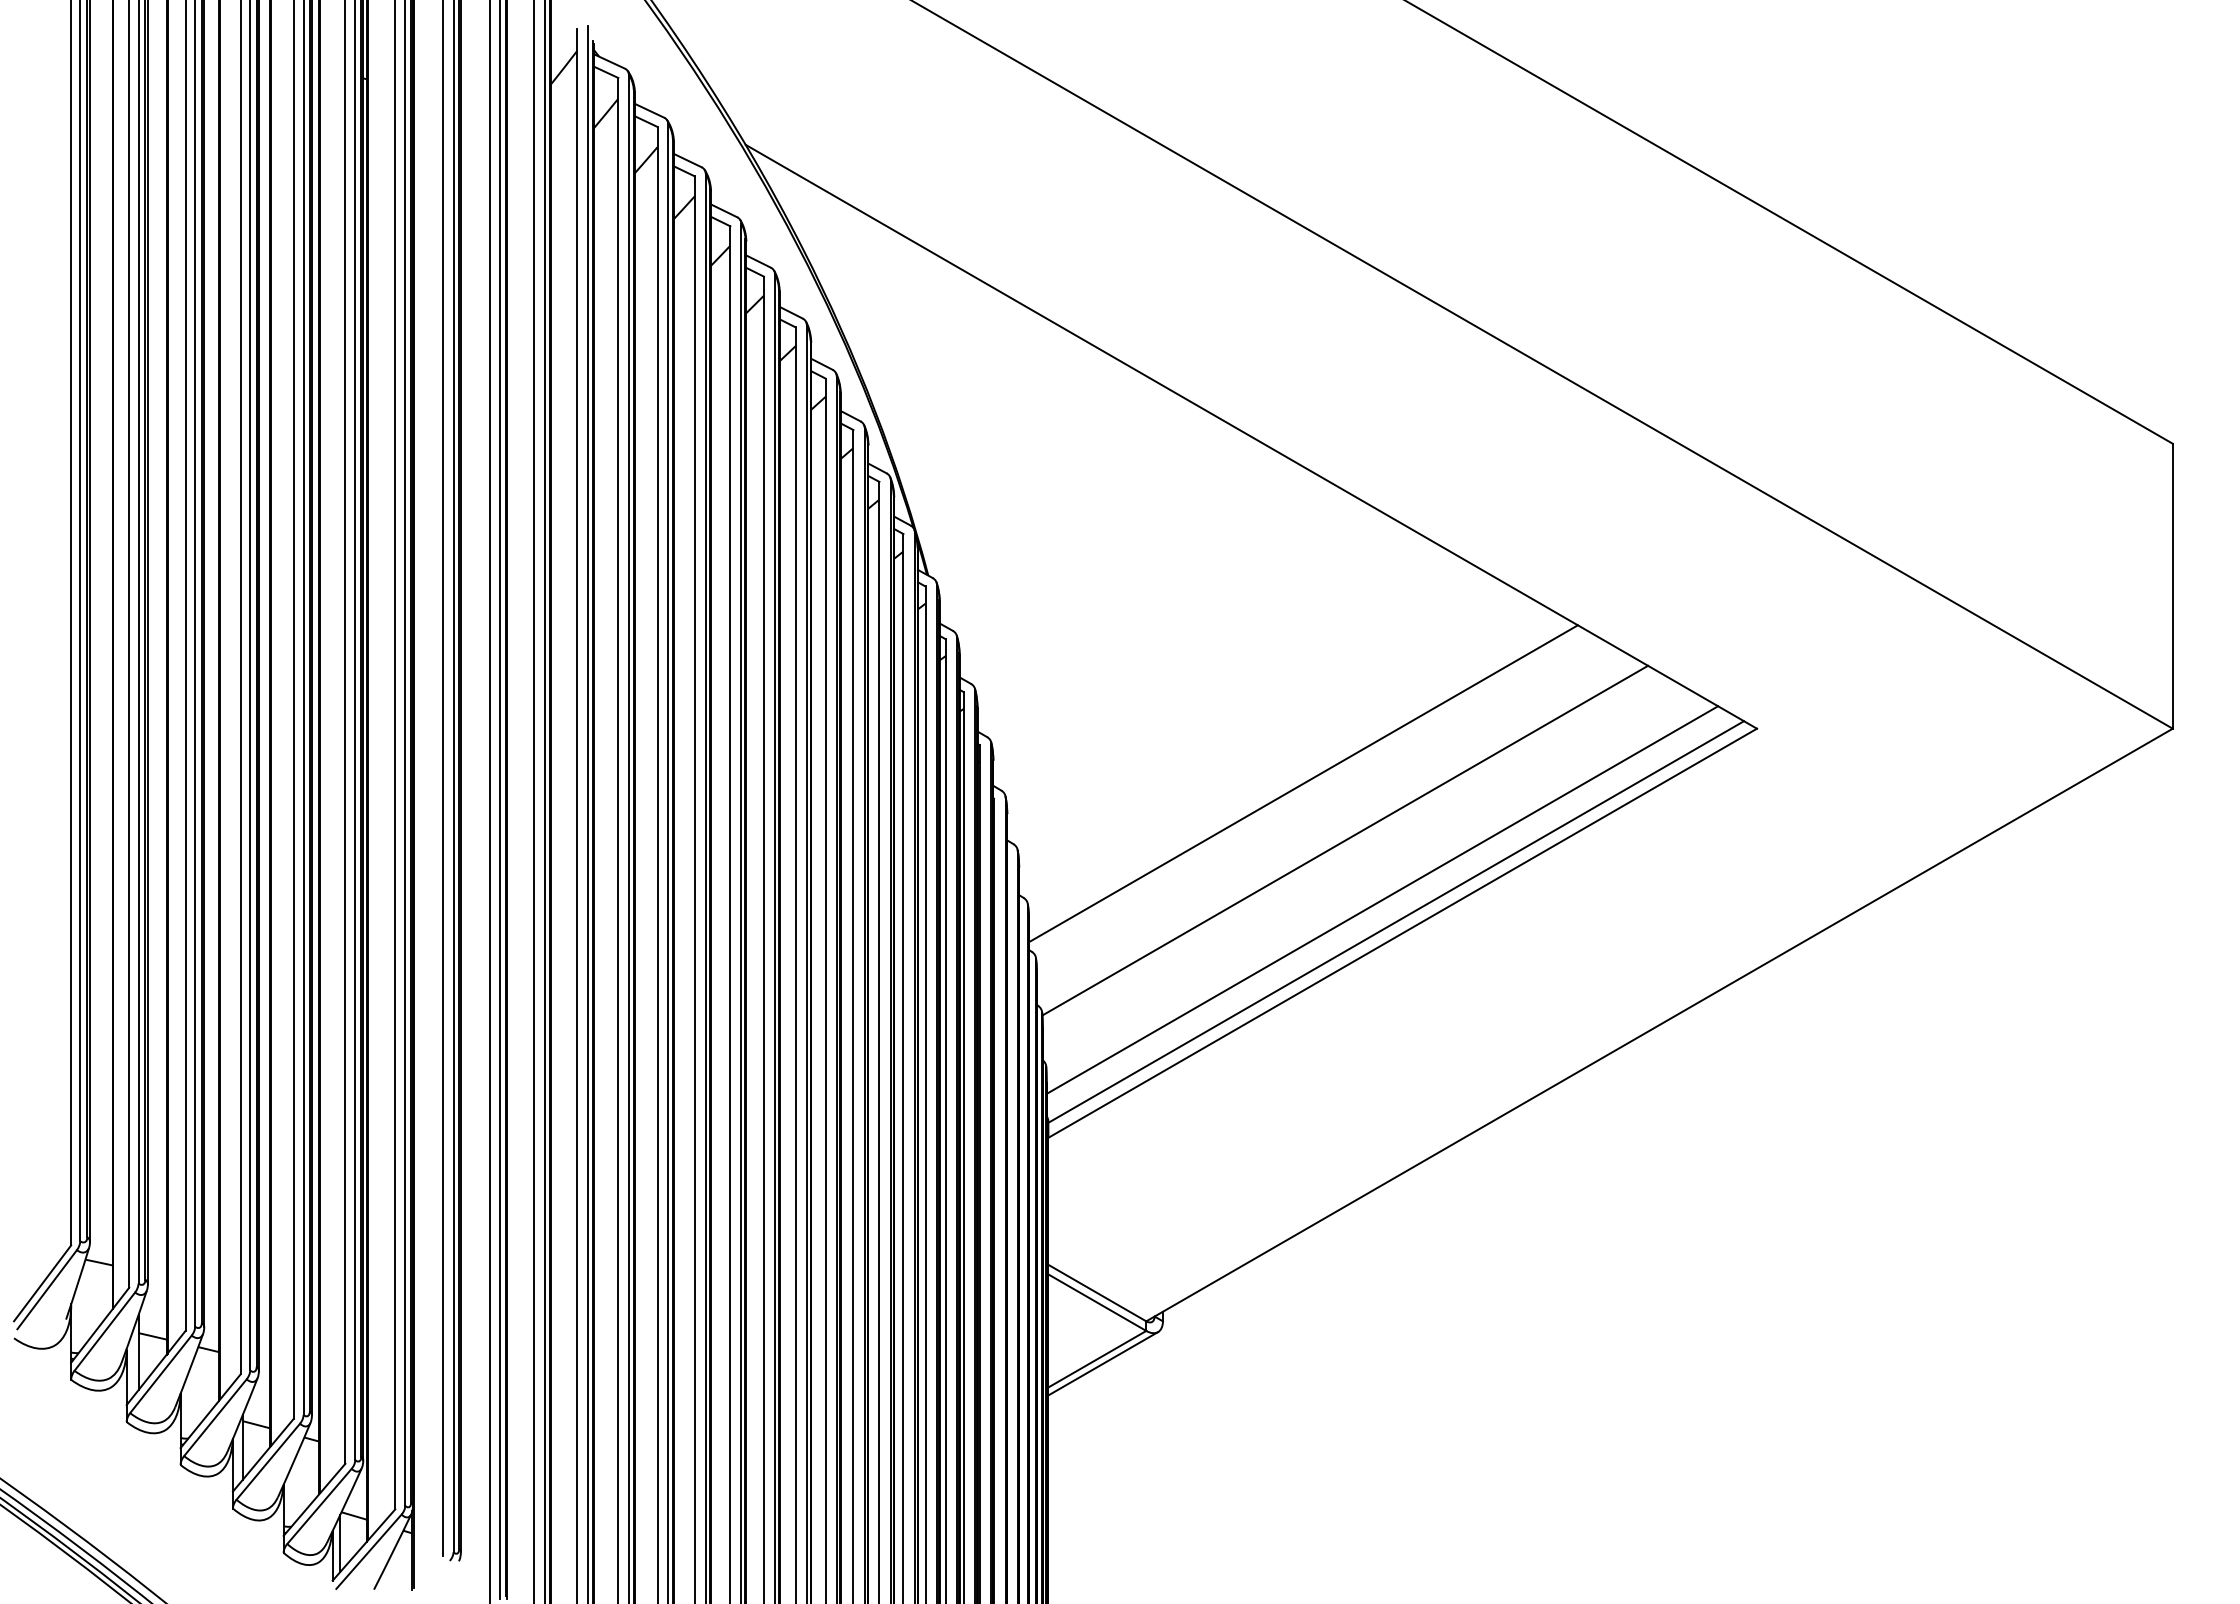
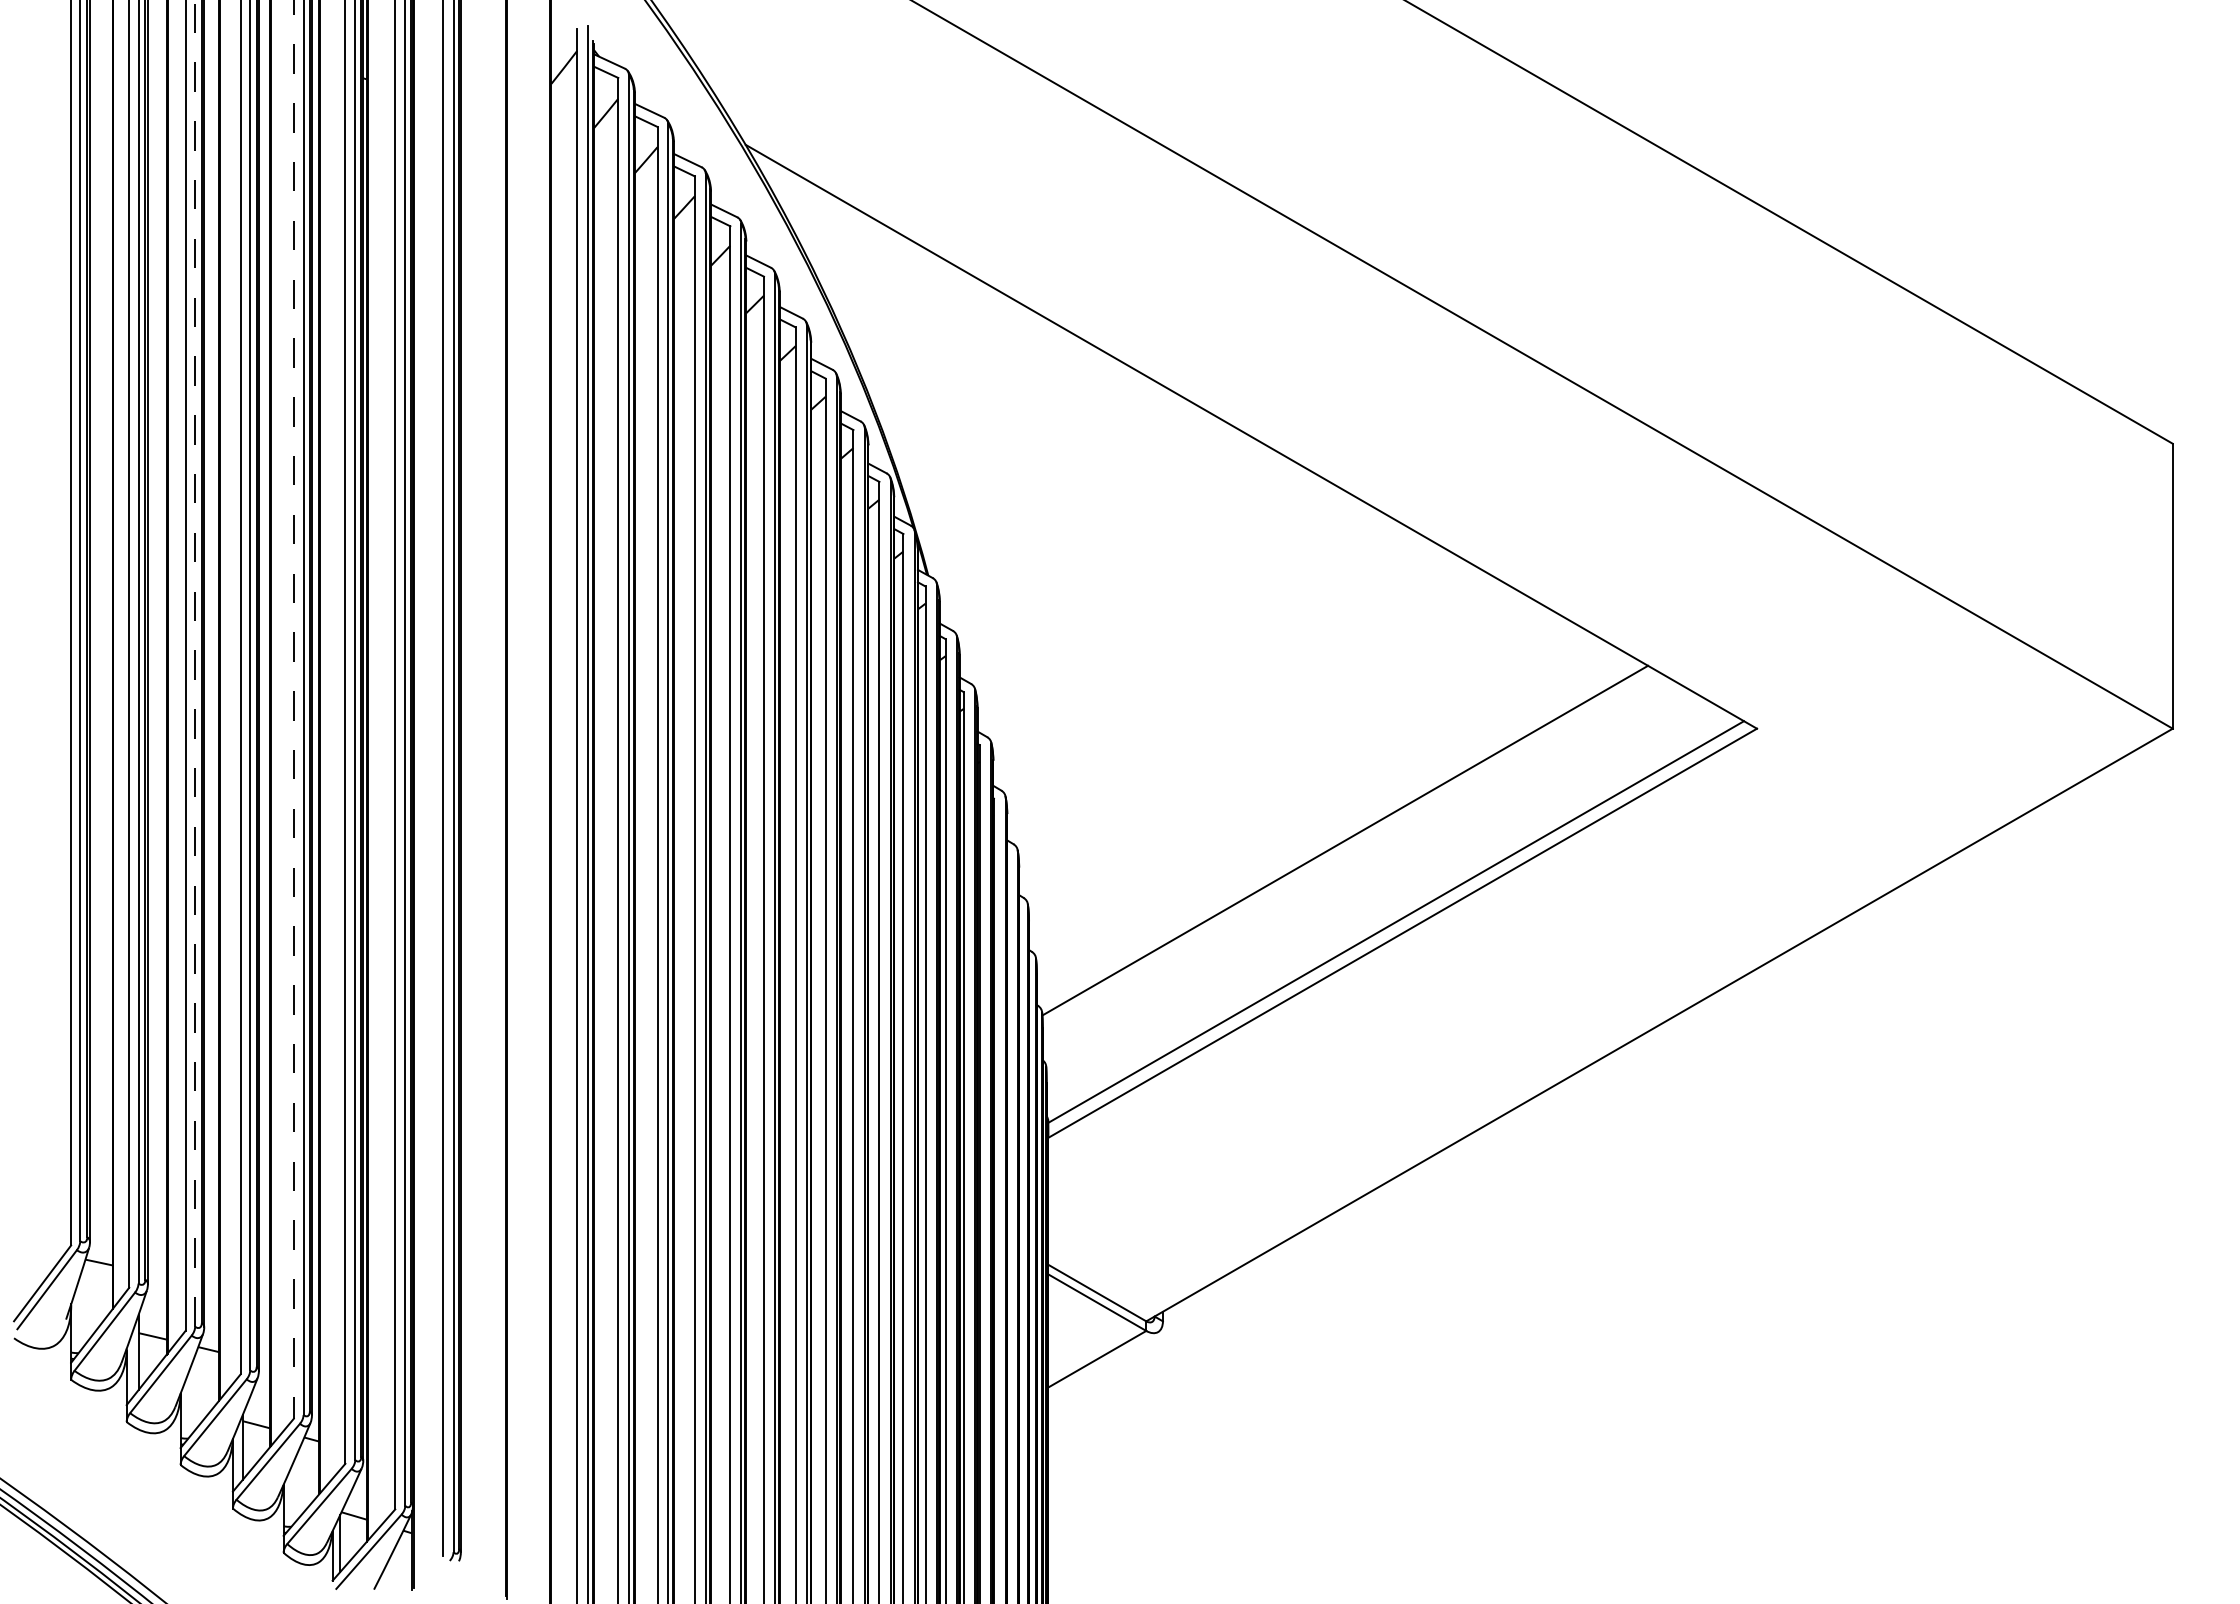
line at (195, 662): solid -> dashed
line at (293, 710): solid -> dashed
line at (1303, 783): present -> none
line at (500, 800): present -> none
line at (489, 801): present -> none
line at (534, 801): present -> none
line at (544, 801): present -> none
line at (1382, 899): present -> none
line at (1103, 1363): present -> none
